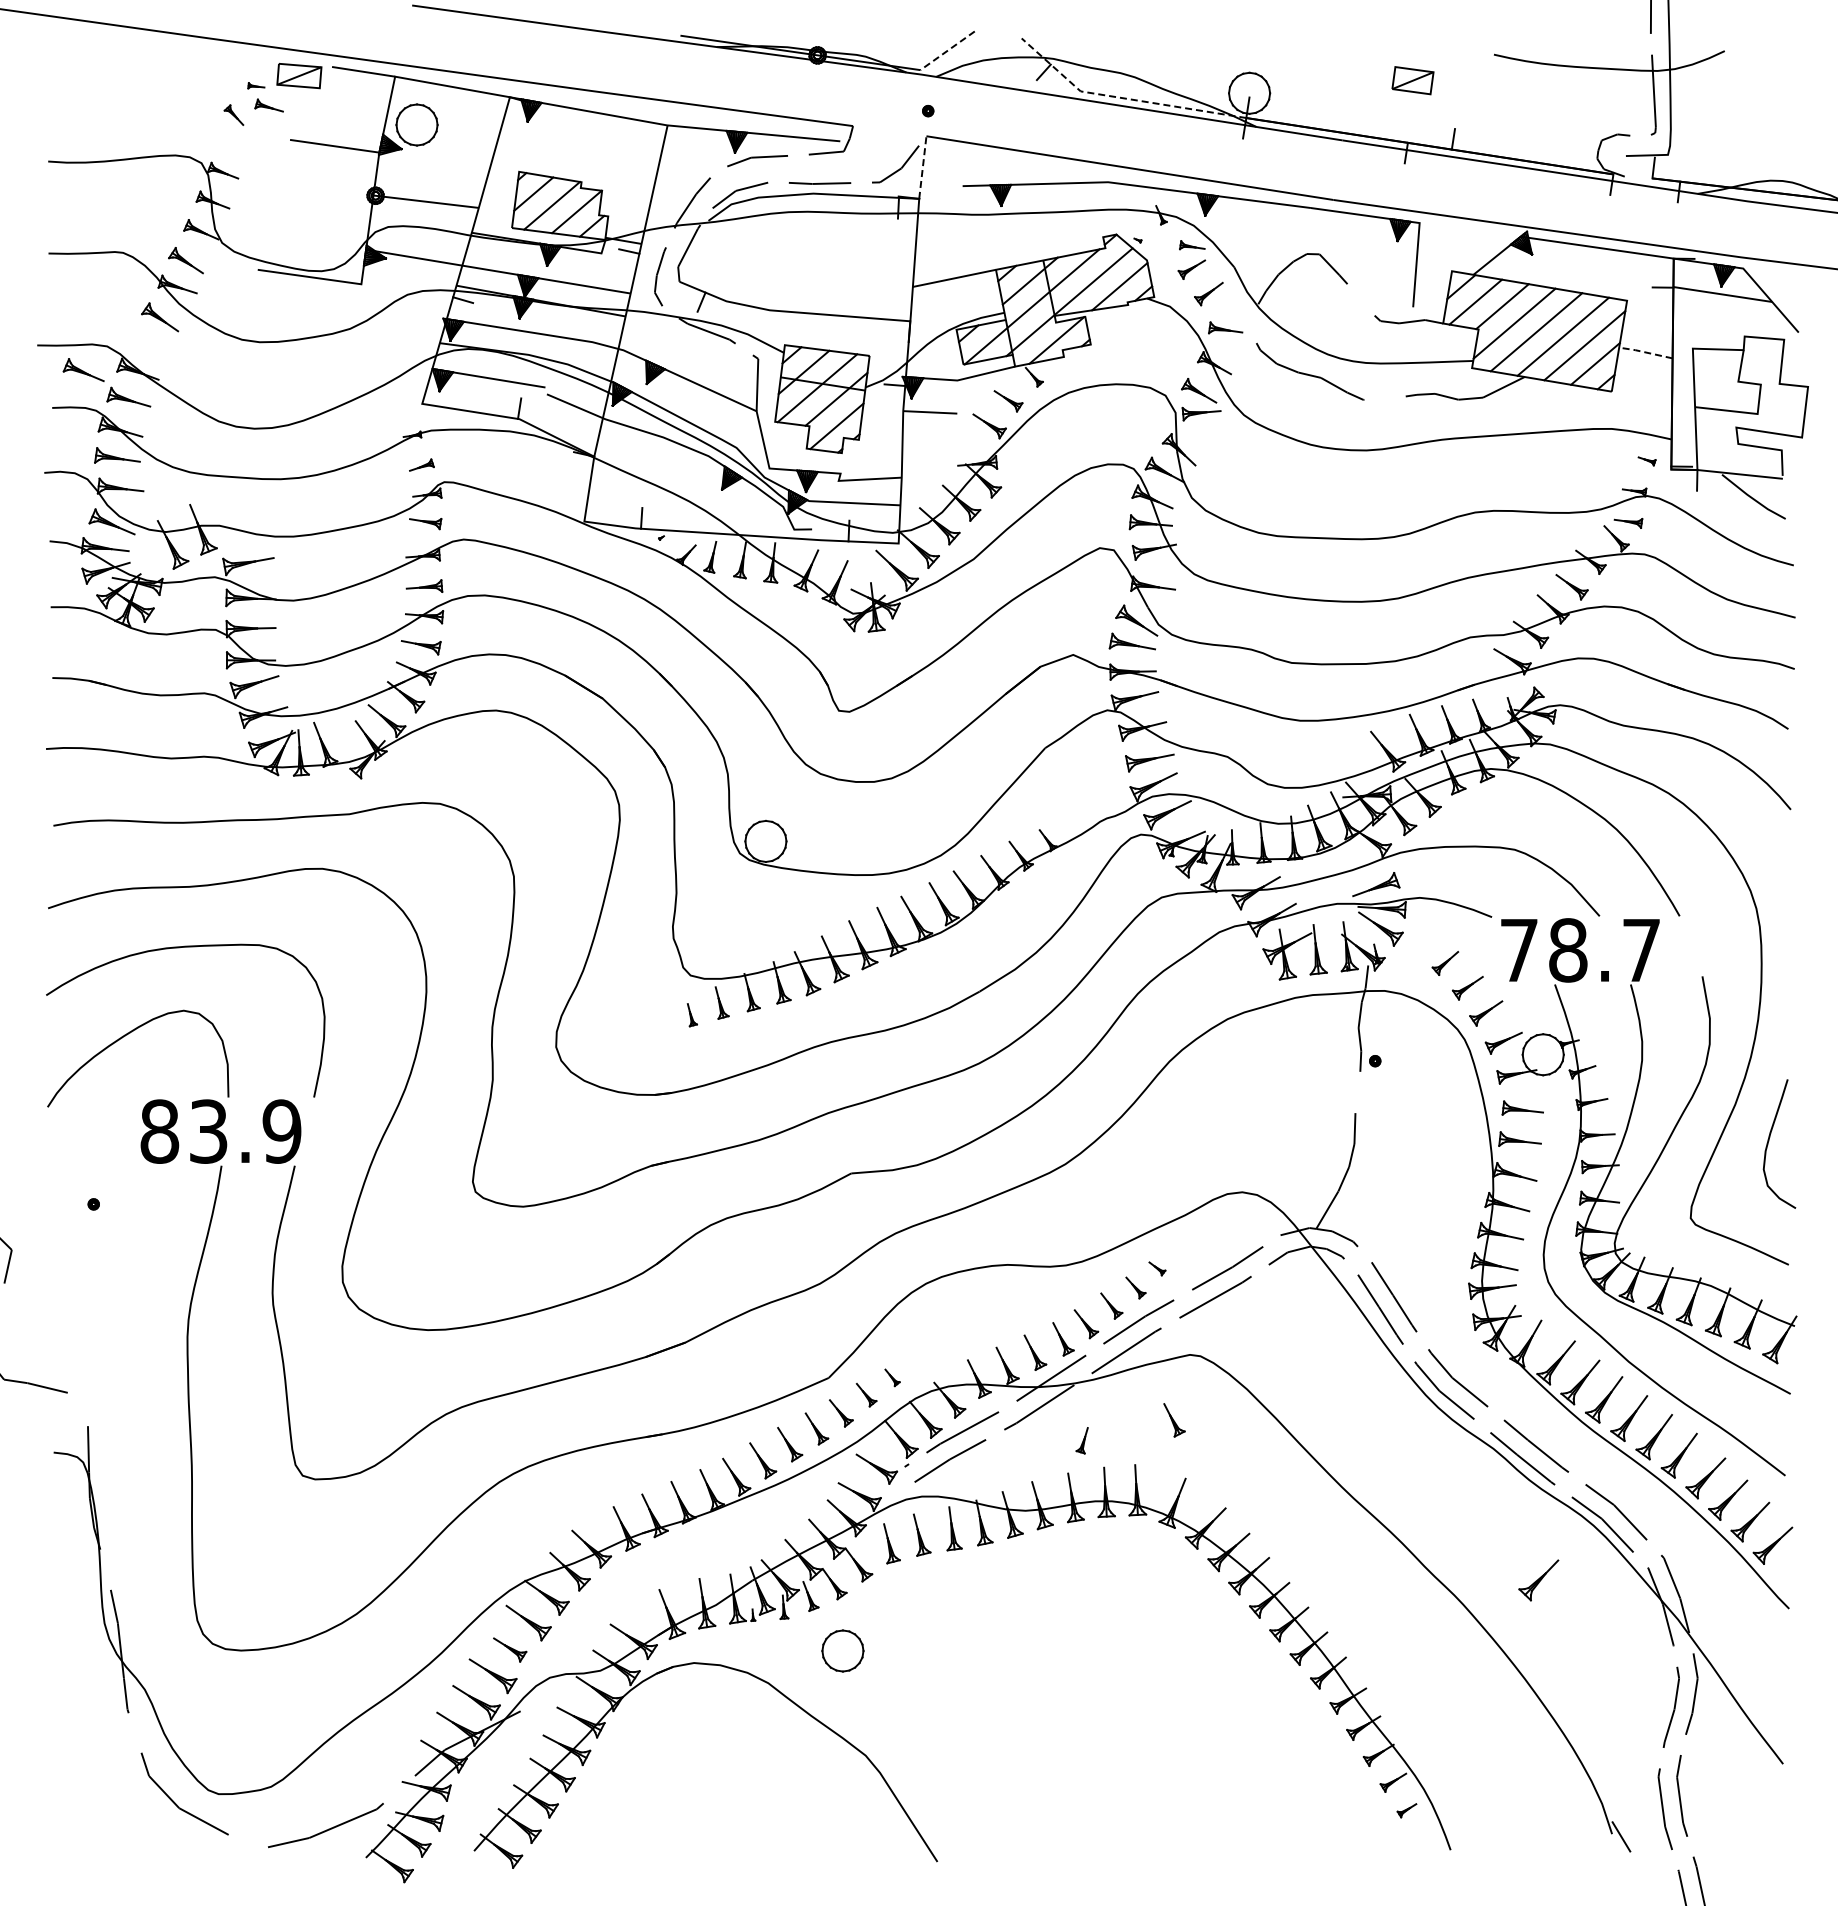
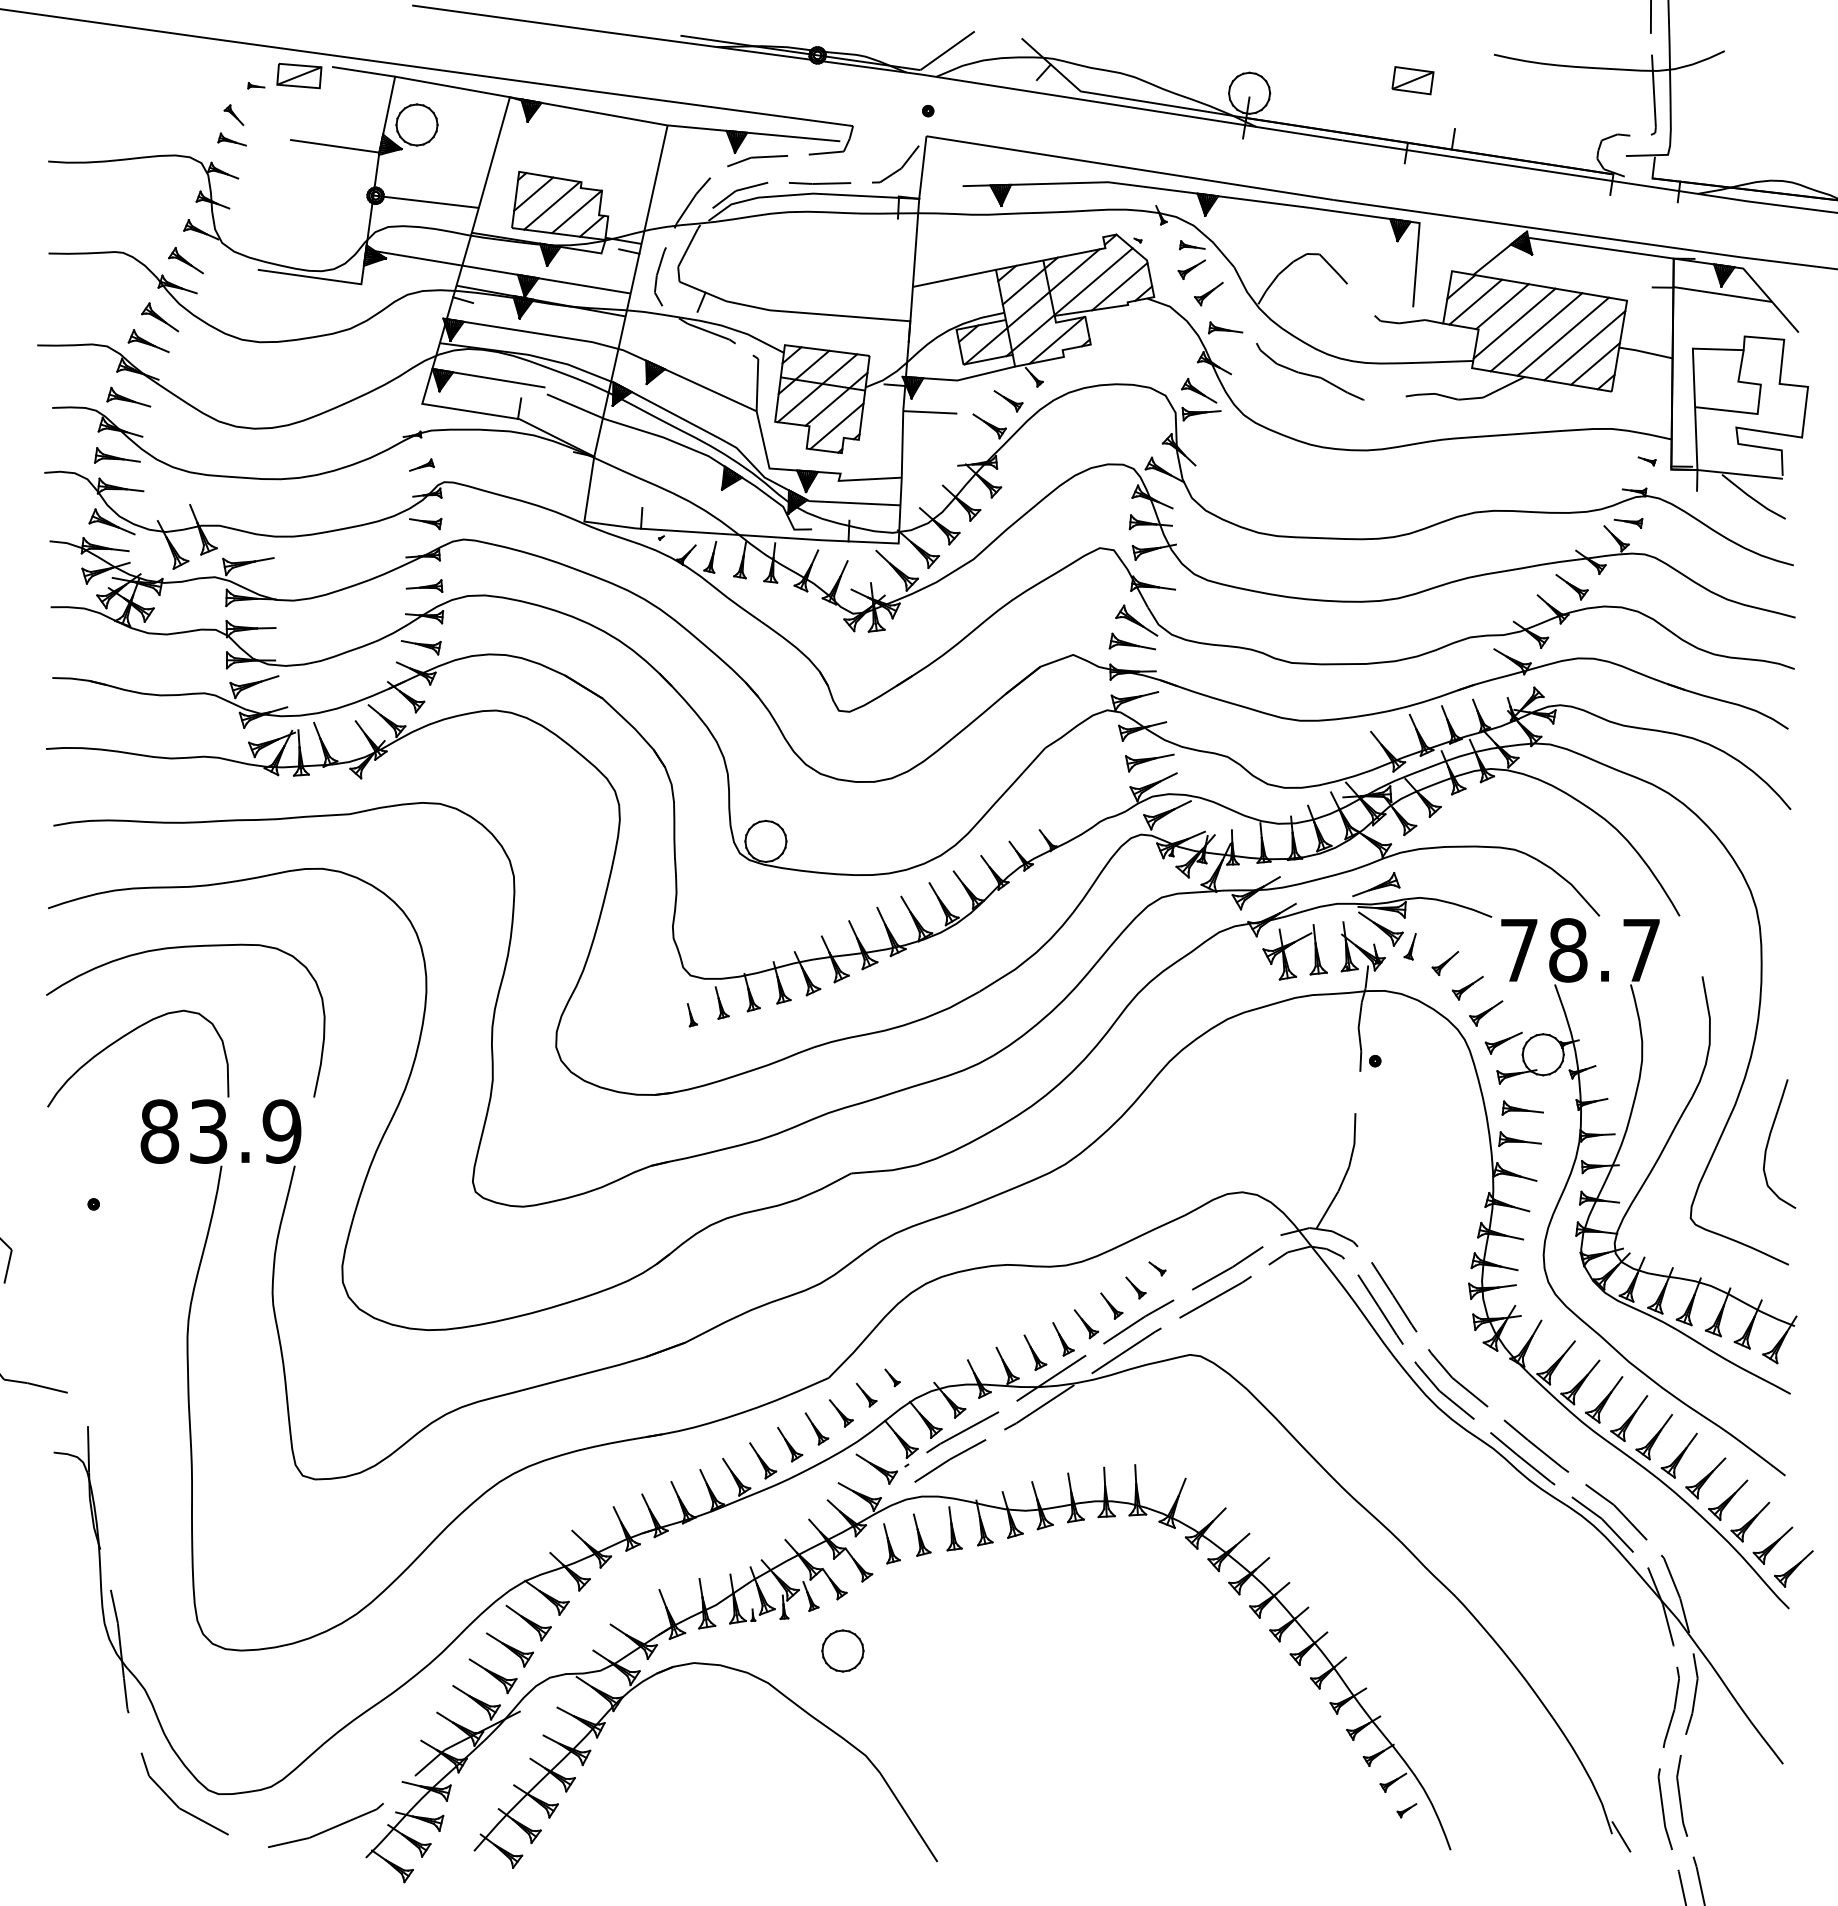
line at (947, 51): dashed -> solid
line at (1123, 98): dashed -> solid
part at (268, 105) position: (268, 105) -> (231, 139)
line at (922, 167): dashed -> solid
line at (1644, 352): dashed -> solid
part at (83, 369) position: (83, 369) -> (148, 340)
part at (1174, 1420): present -> none
part at (1081, 1440) position: (1081, 1440) -> (1409, 946)
part at (1793, 1568): none -> present
part at (1538, 1580): present -> none
part at (510, 1649) size: 35x26 px -> 49x36 px
